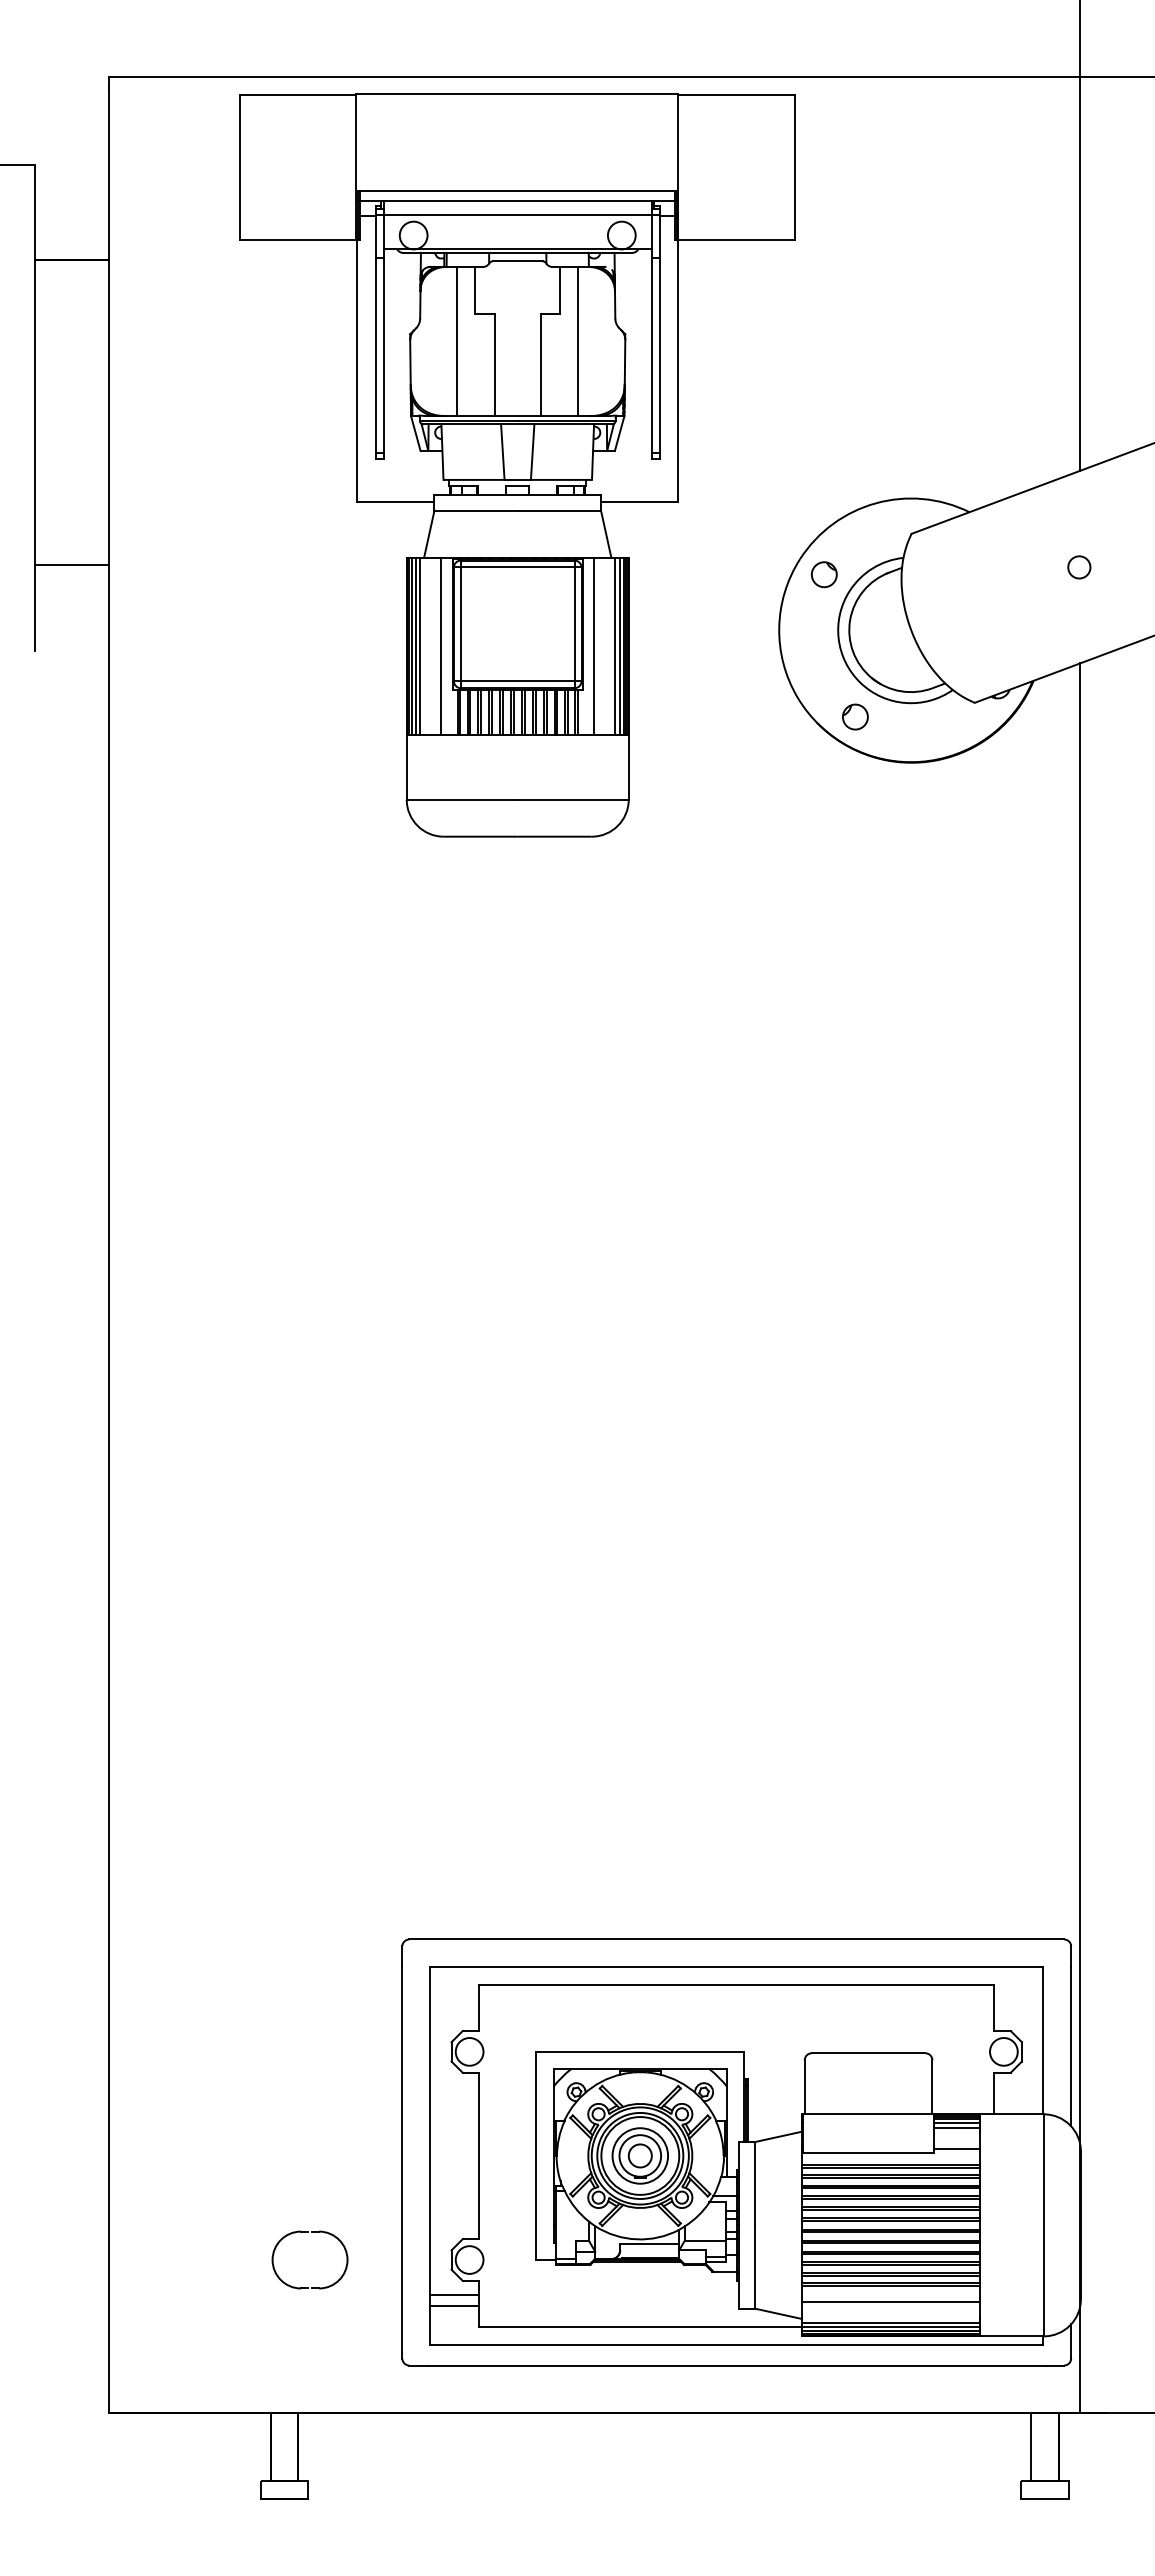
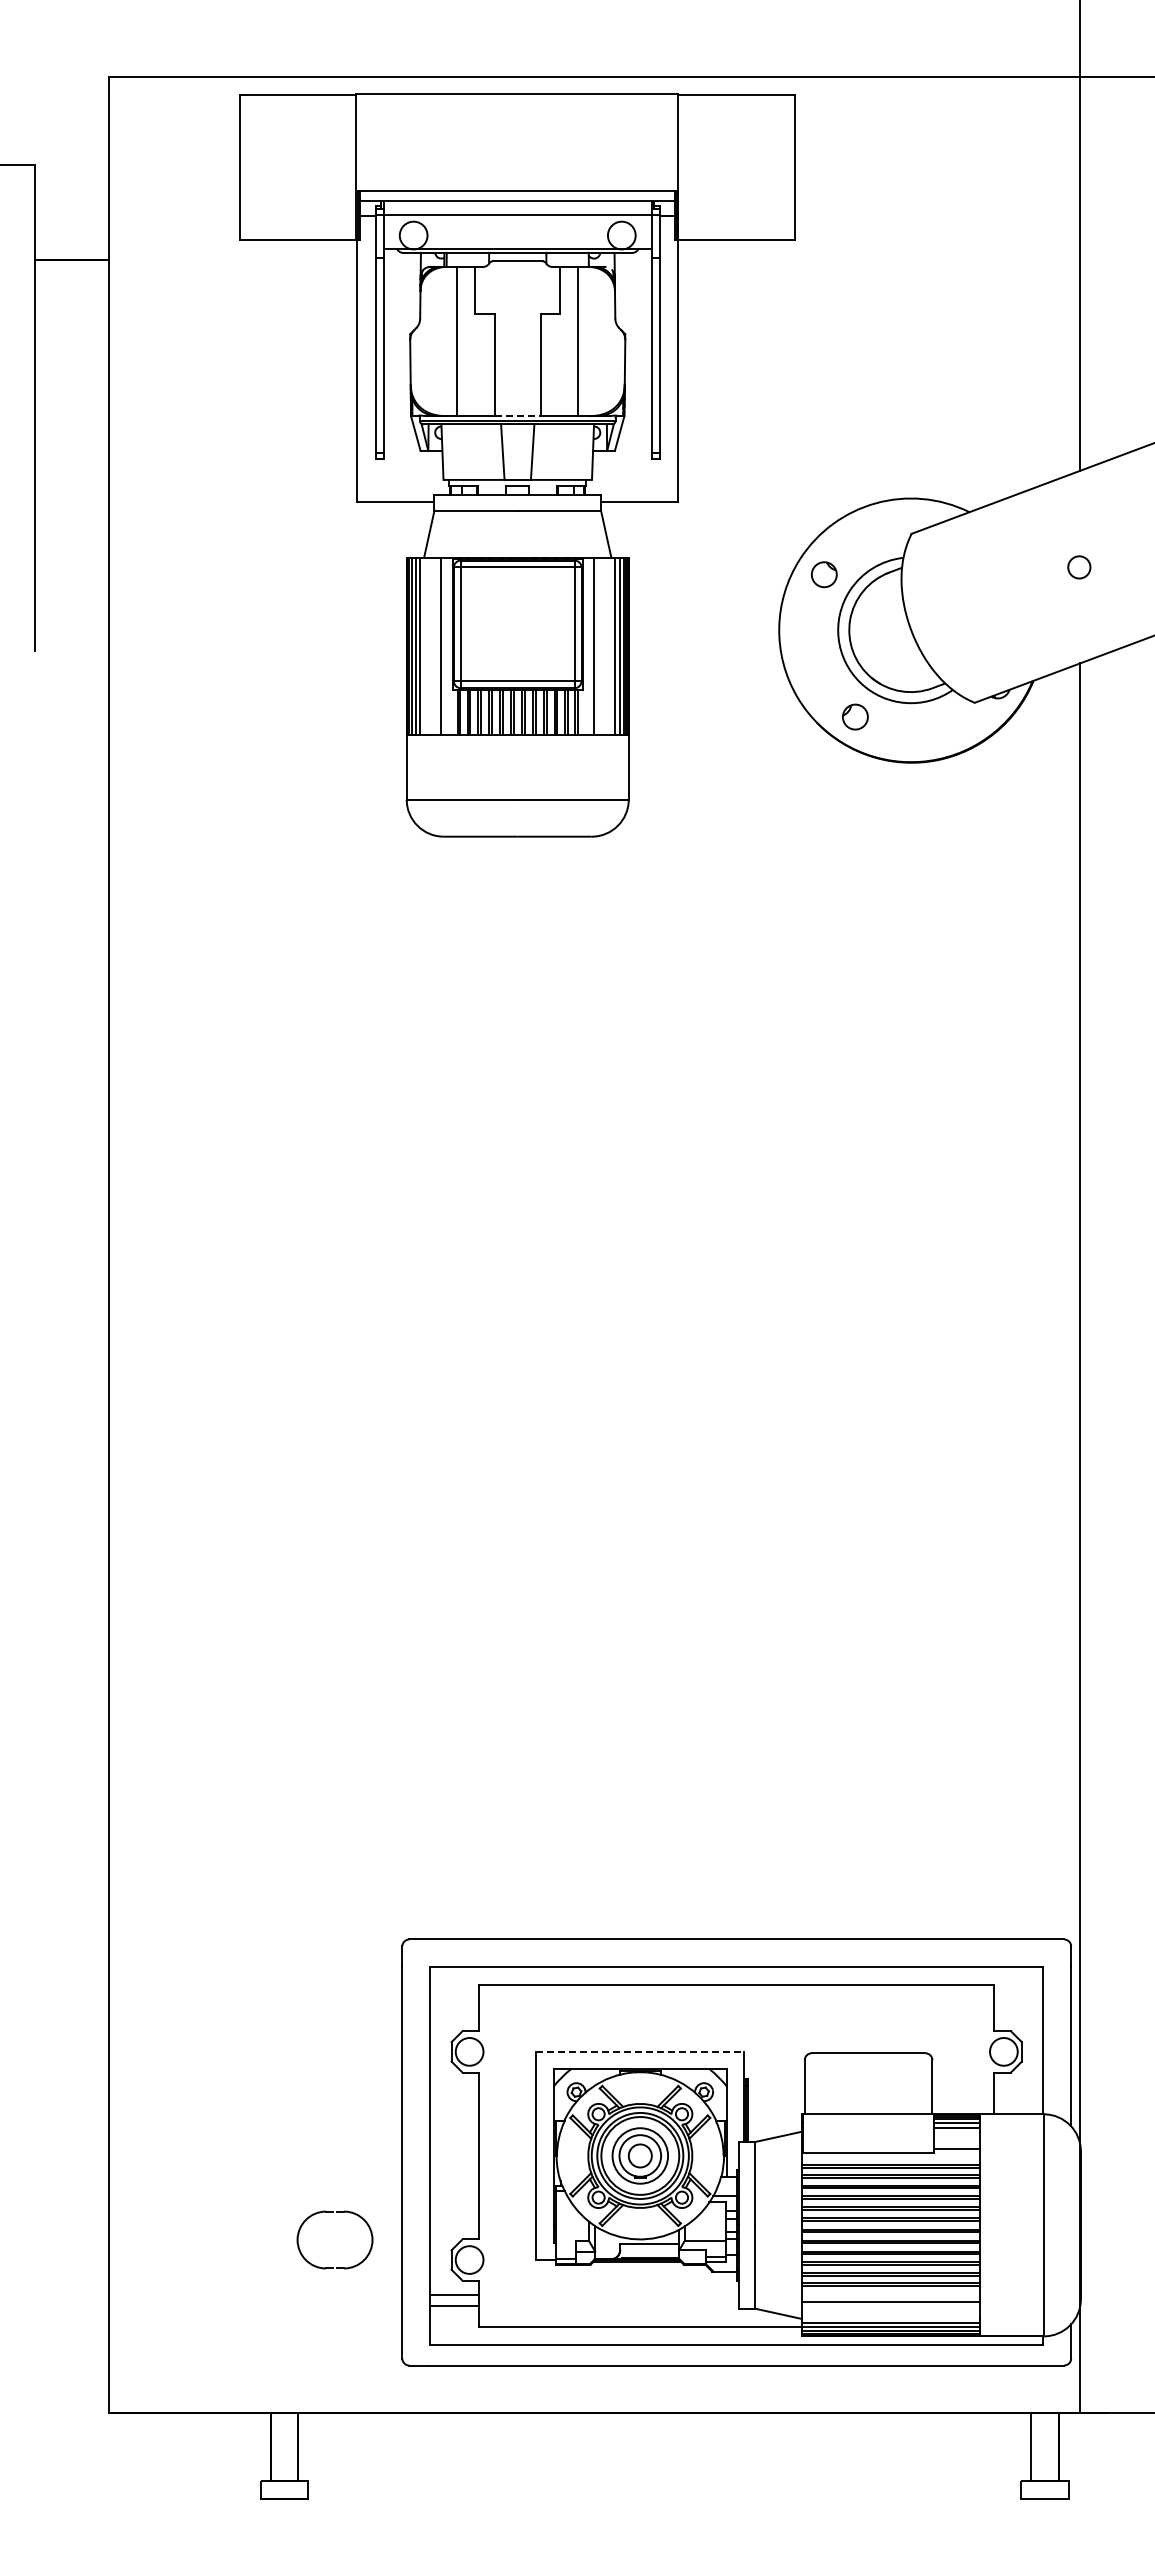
line at (517, 416): solid -> dashed
line at (71, 565): present -> none
line at (640, 2051): solid -> dashed
part at (308, 2232) position: (308, 2232) -> (333, 2212)
